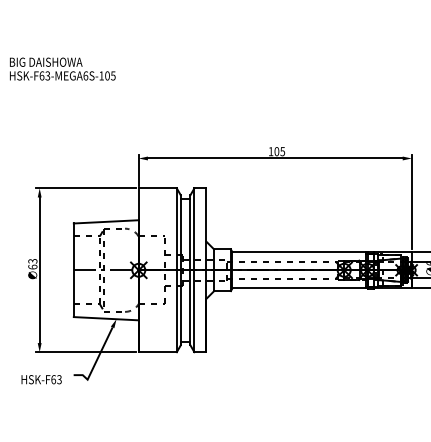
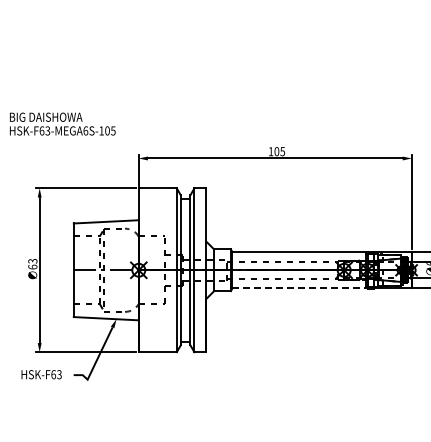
text at (62, 68) position: (62, 68) -> (62, 123)
line at (299, 288): solid -> dashed
text at (41, 379) position: (41, 379) -> (41, 374)
